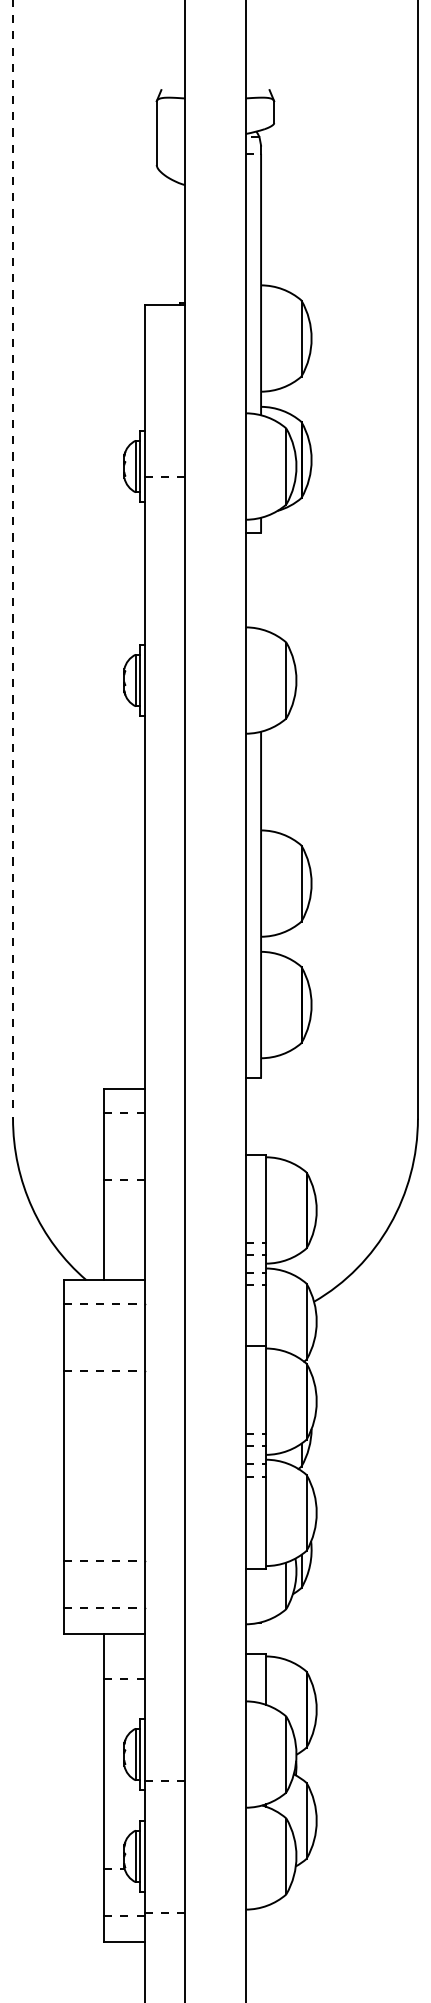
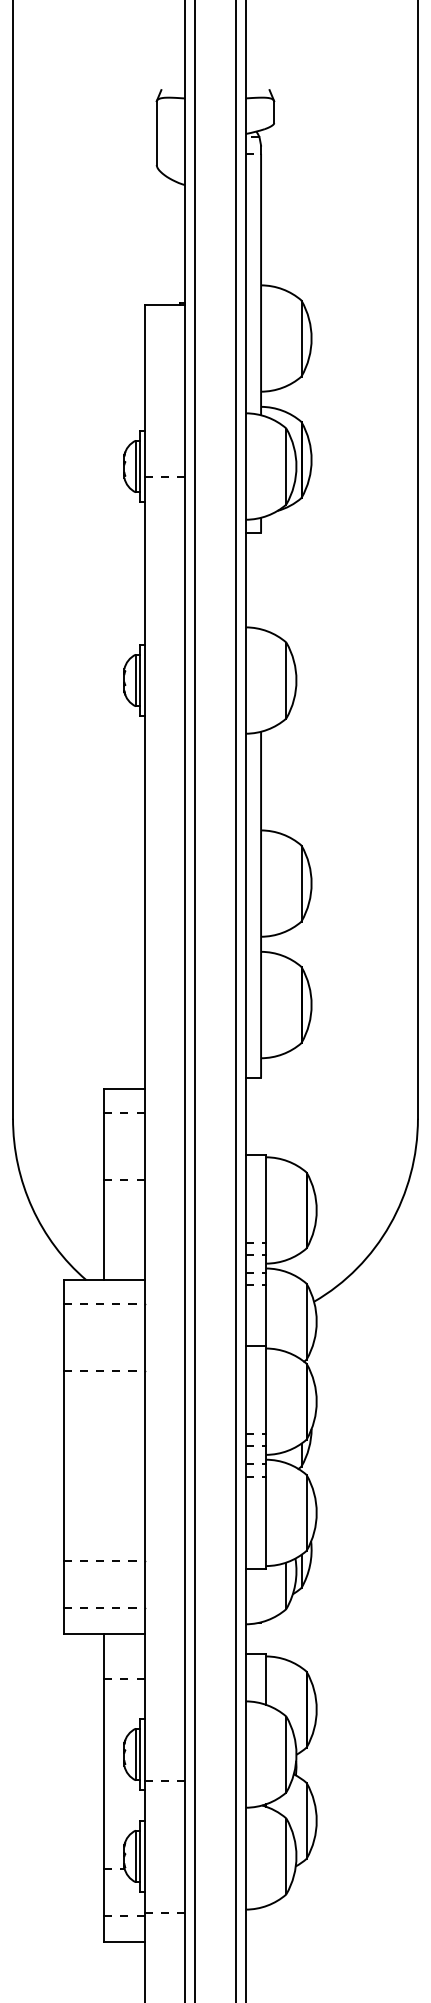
line at (13, 559): dashed -> solid
line at (195, 1000): none -> present
line at (235, 1000): none -> present
